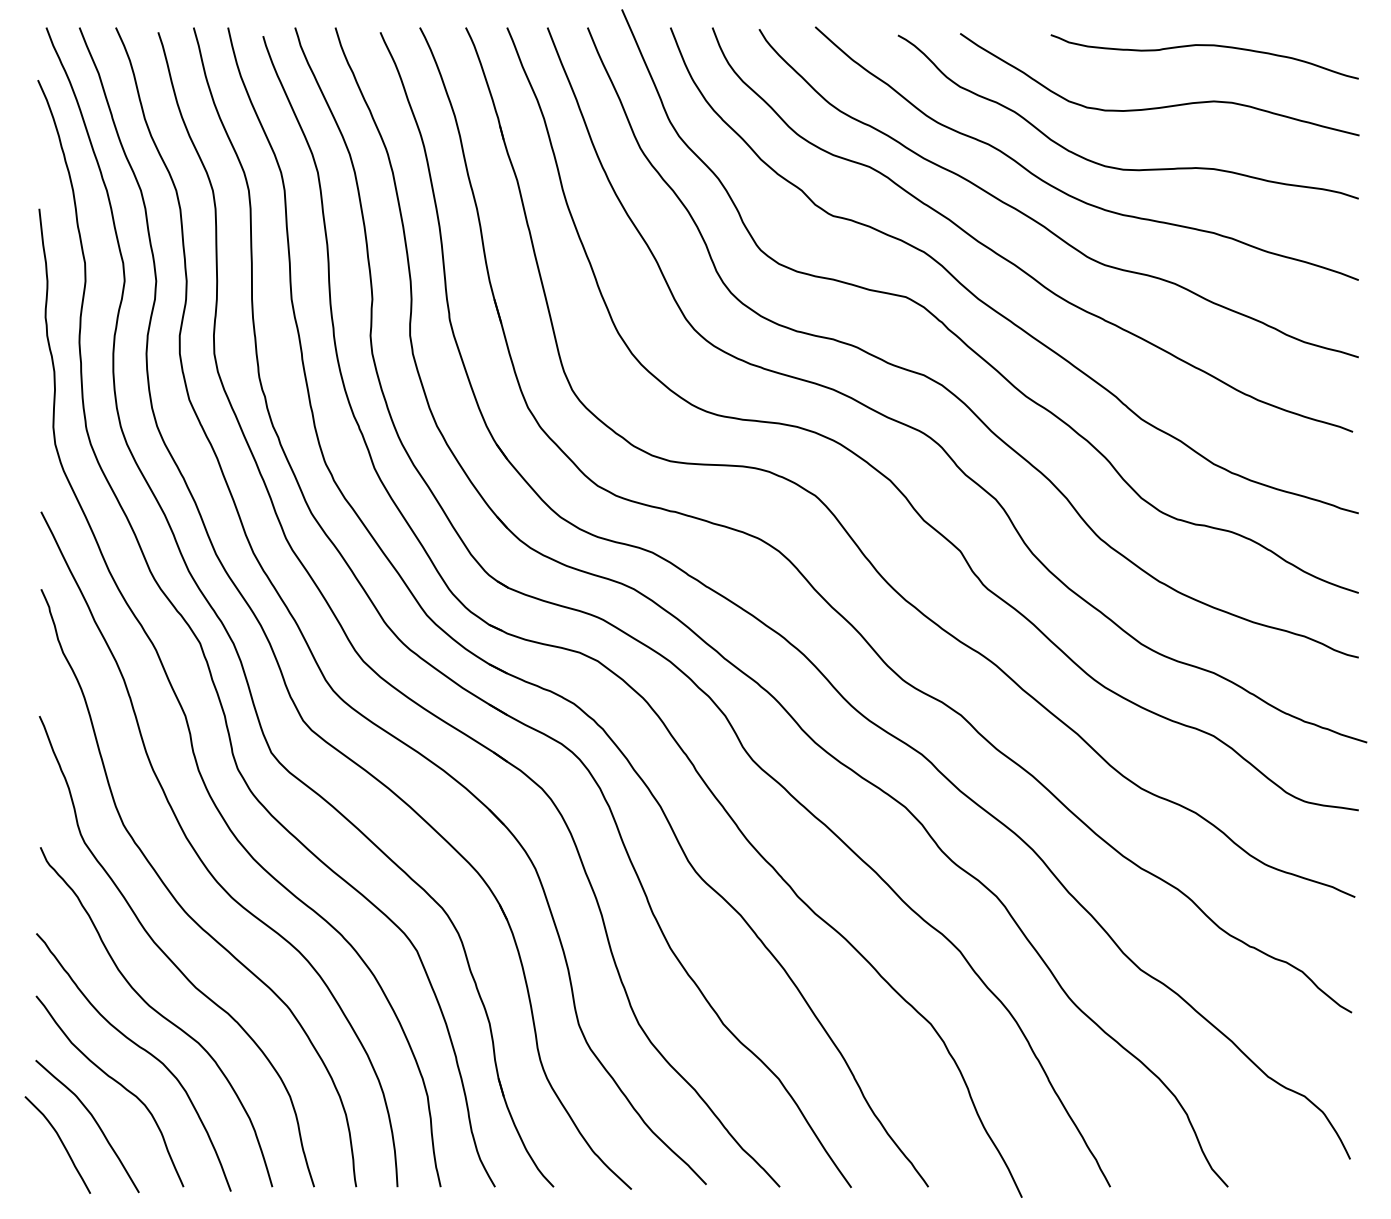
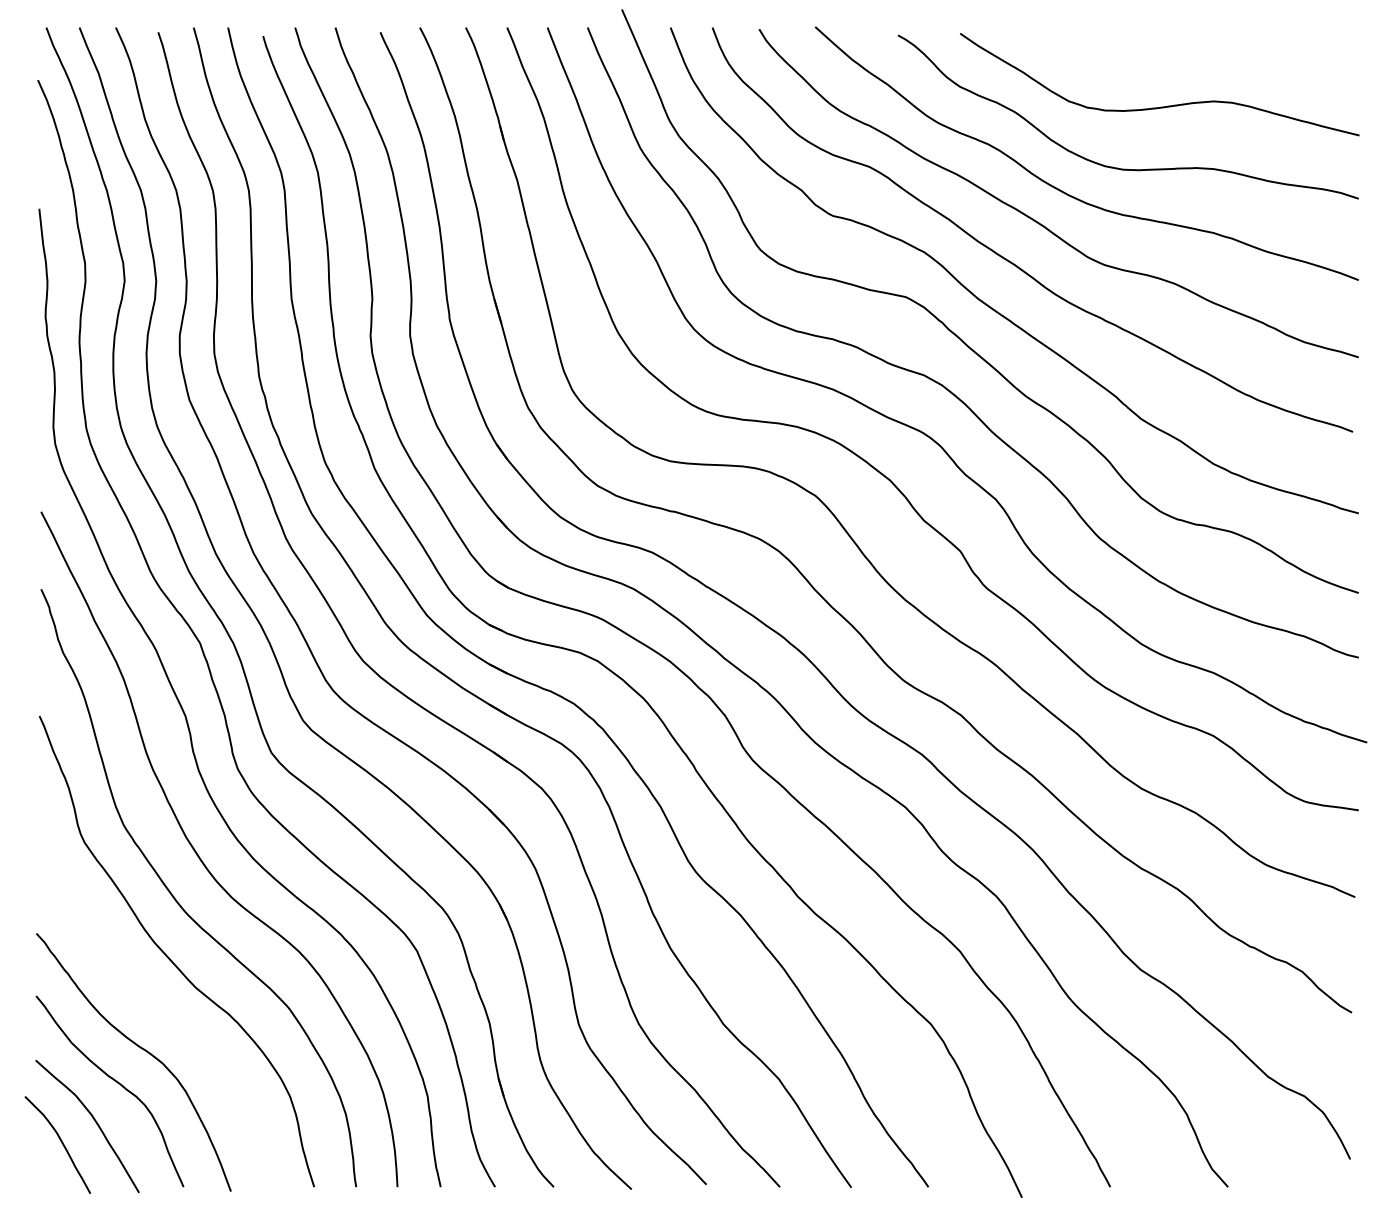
curve at (1204, 46): present -> none
curve at (158, 1014): present -> none
